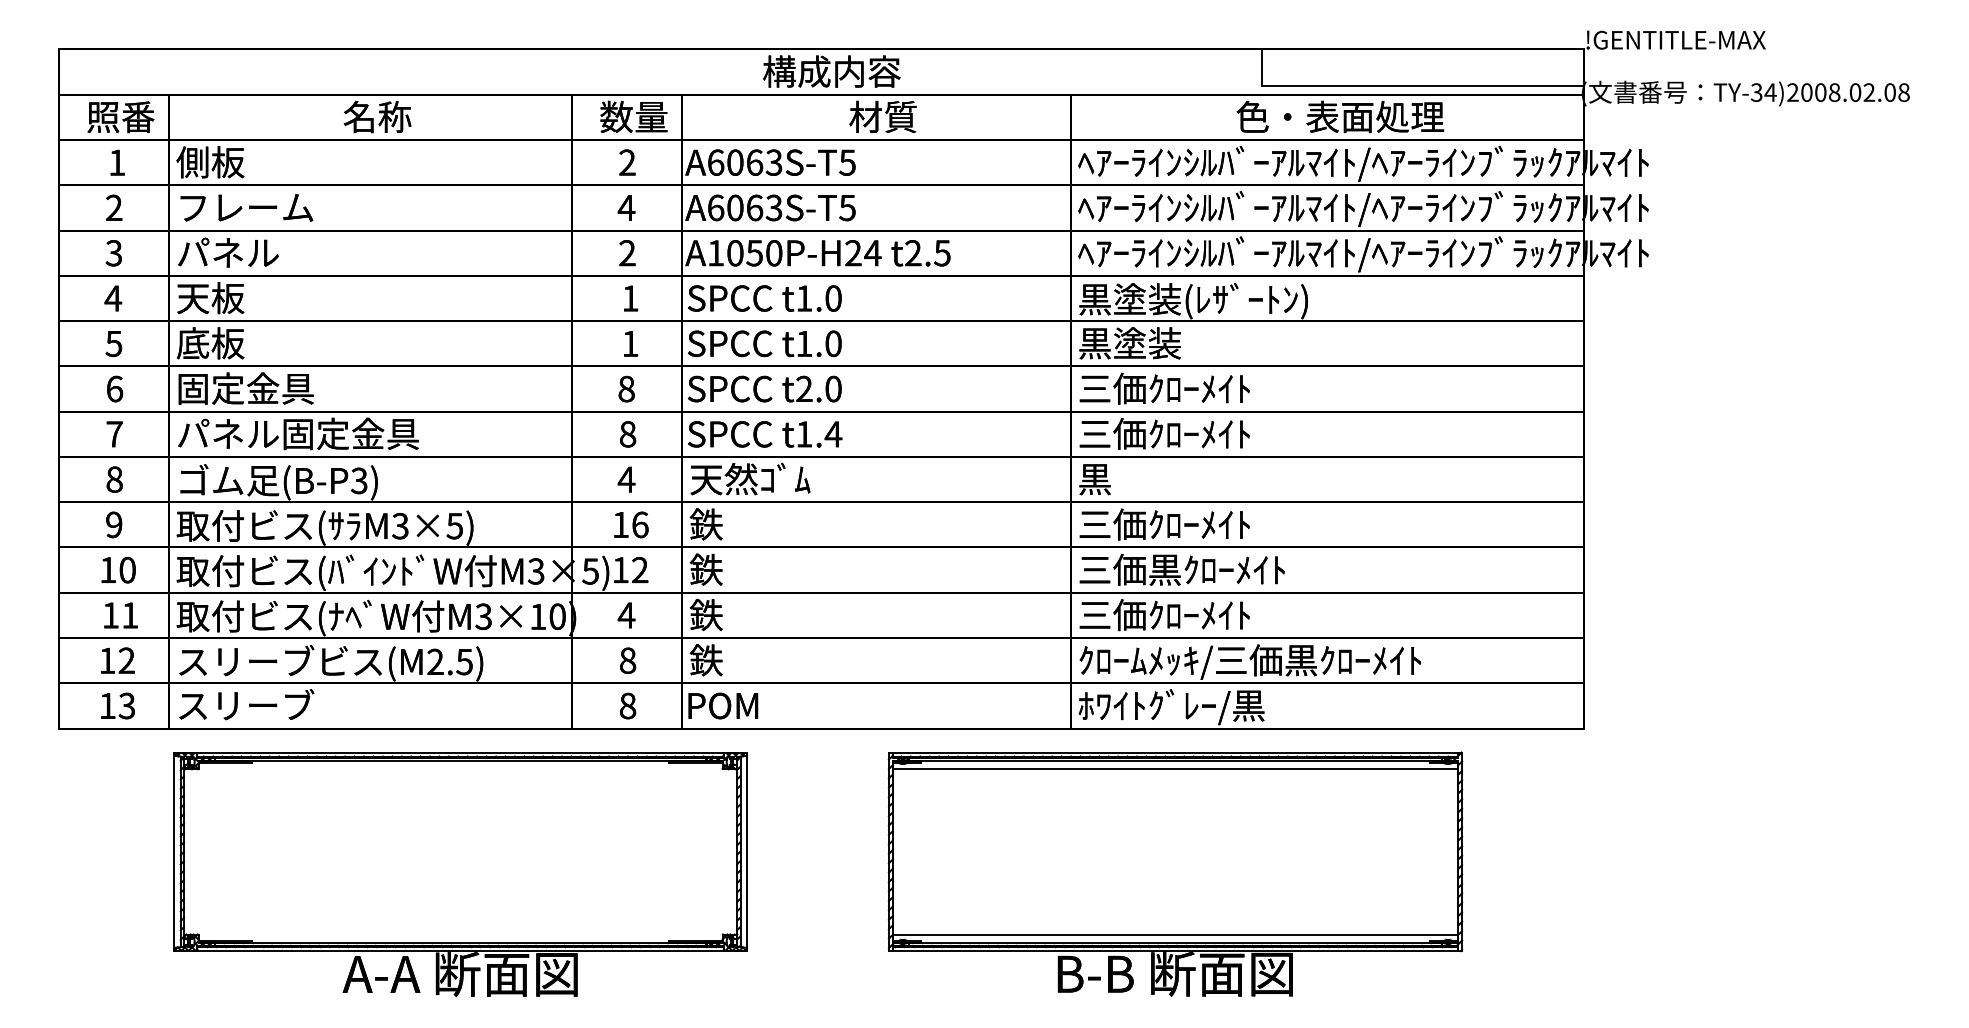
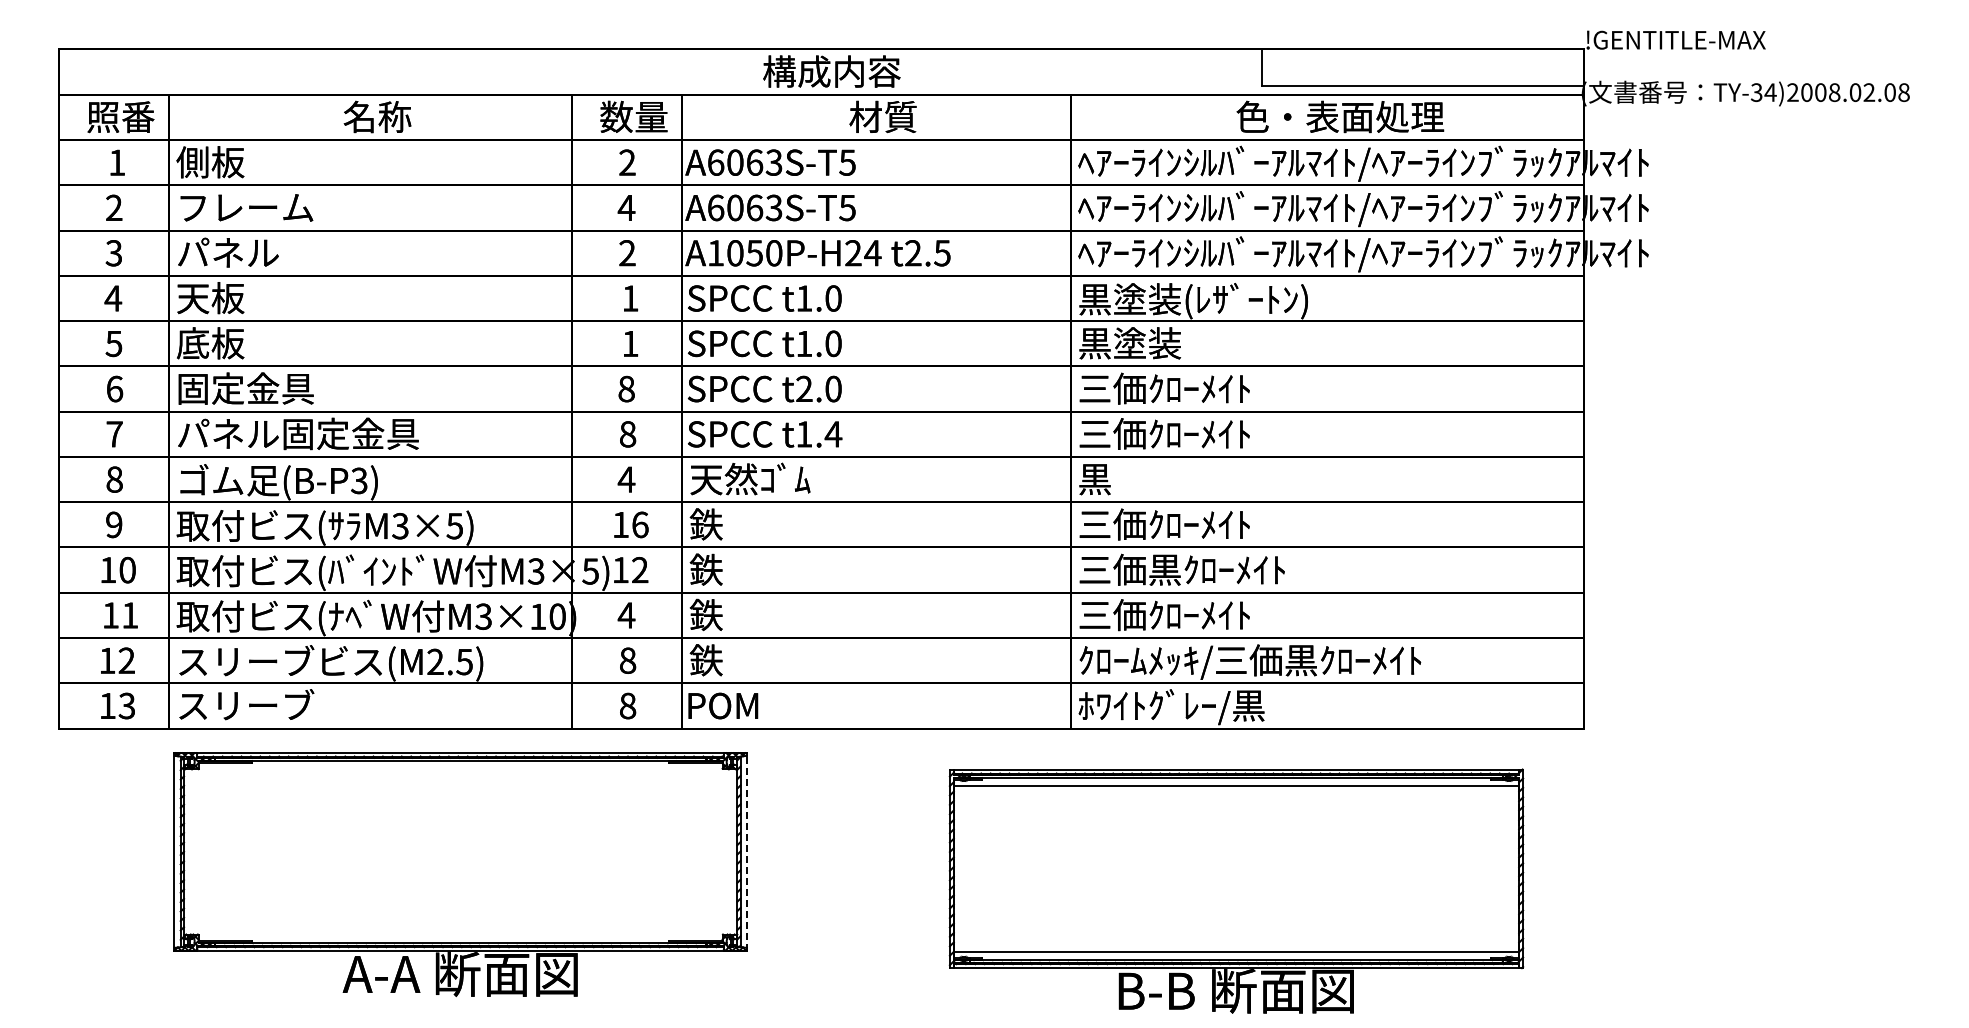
line at (747, 851): solid -> dashed
part at (1175, 873) position: (1175, 873) -> (1236, 890)
